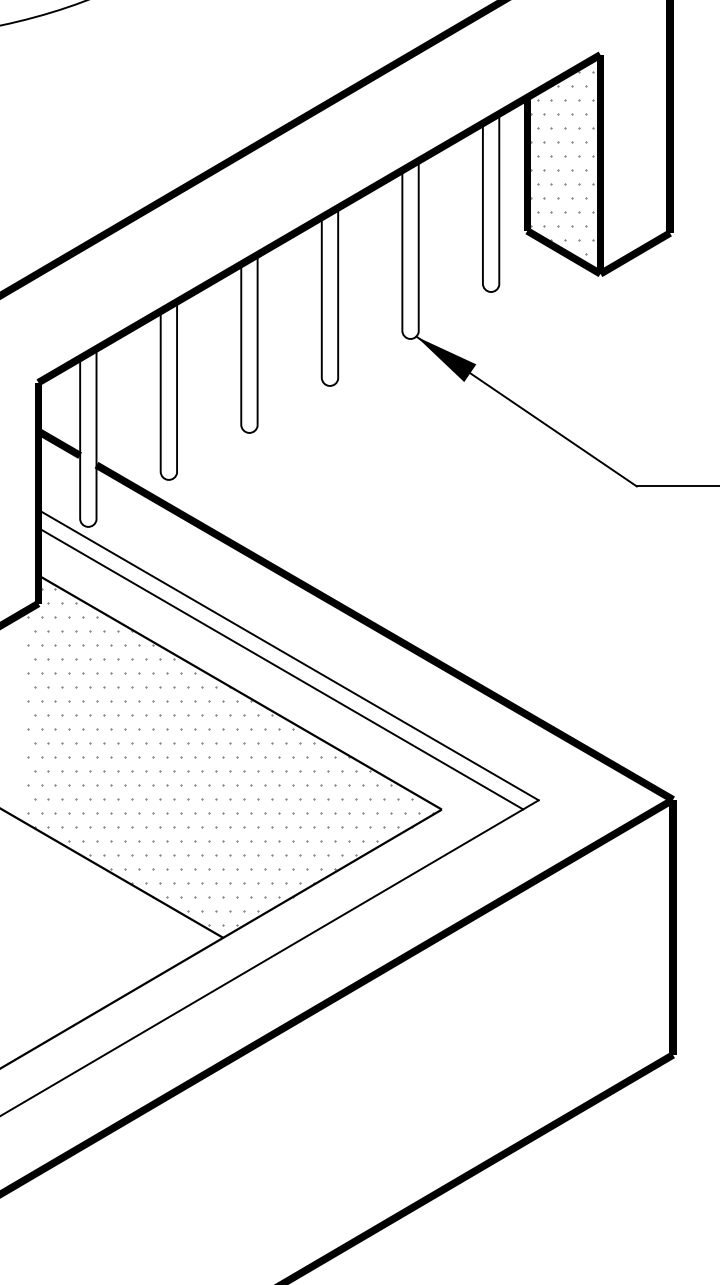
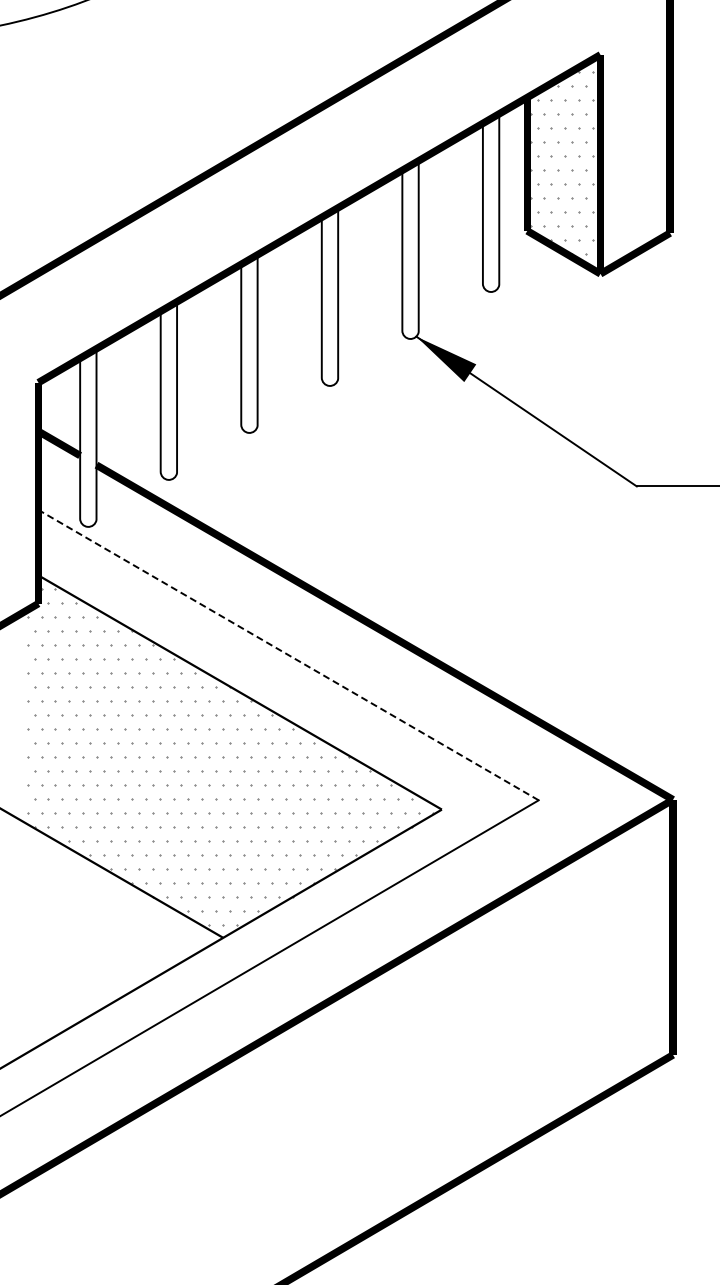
line at (288, 654): solid -> dashed
line at (280, 668): present -> none
